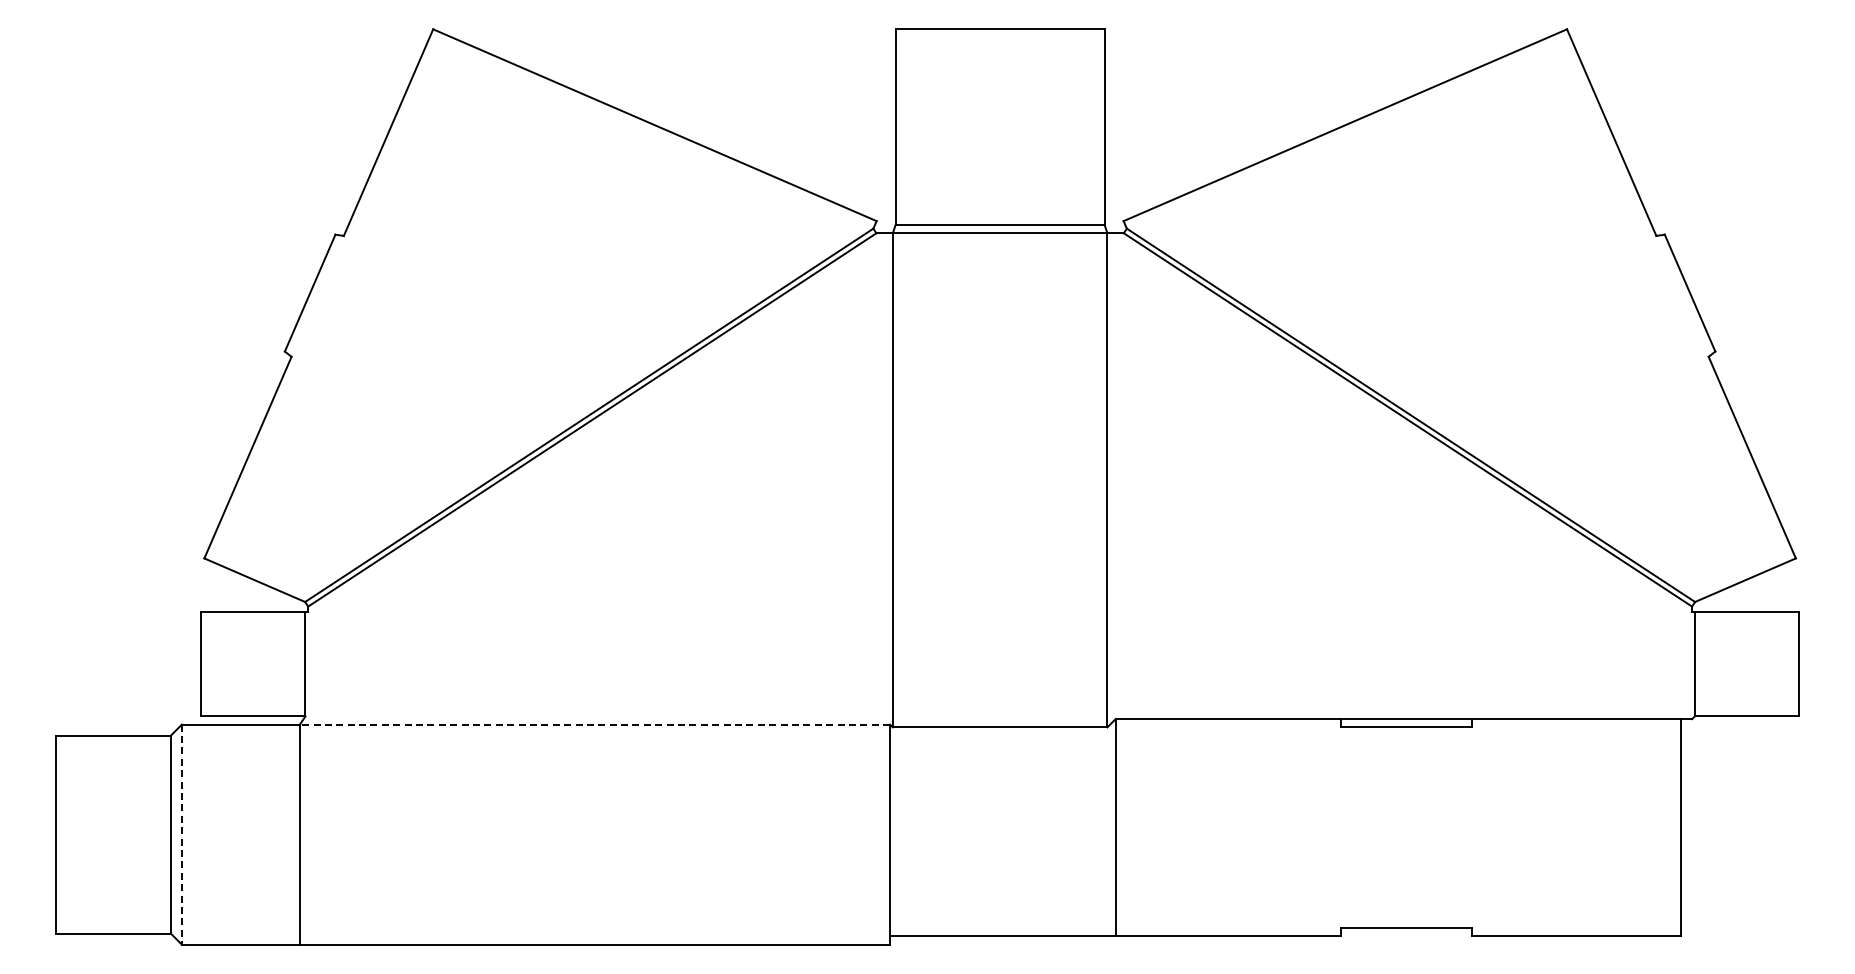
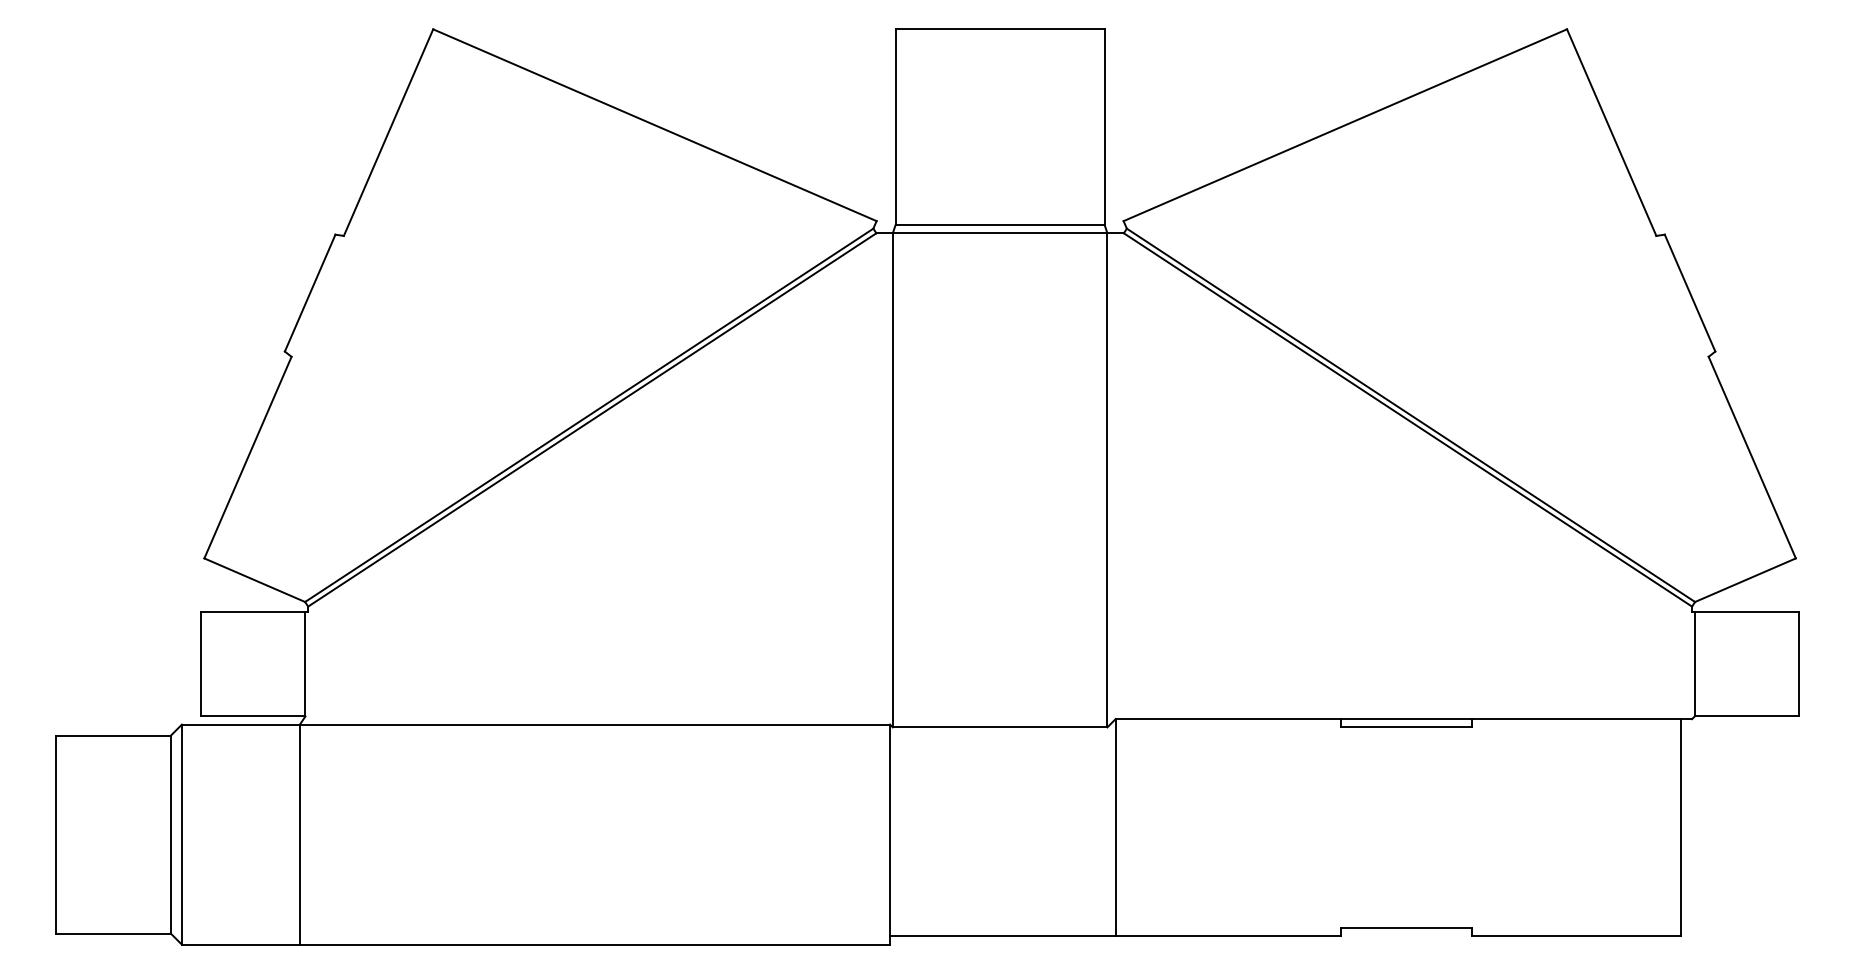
line at (594, 724): dashed -> solid
line at (181, 835): dashed -> solid
